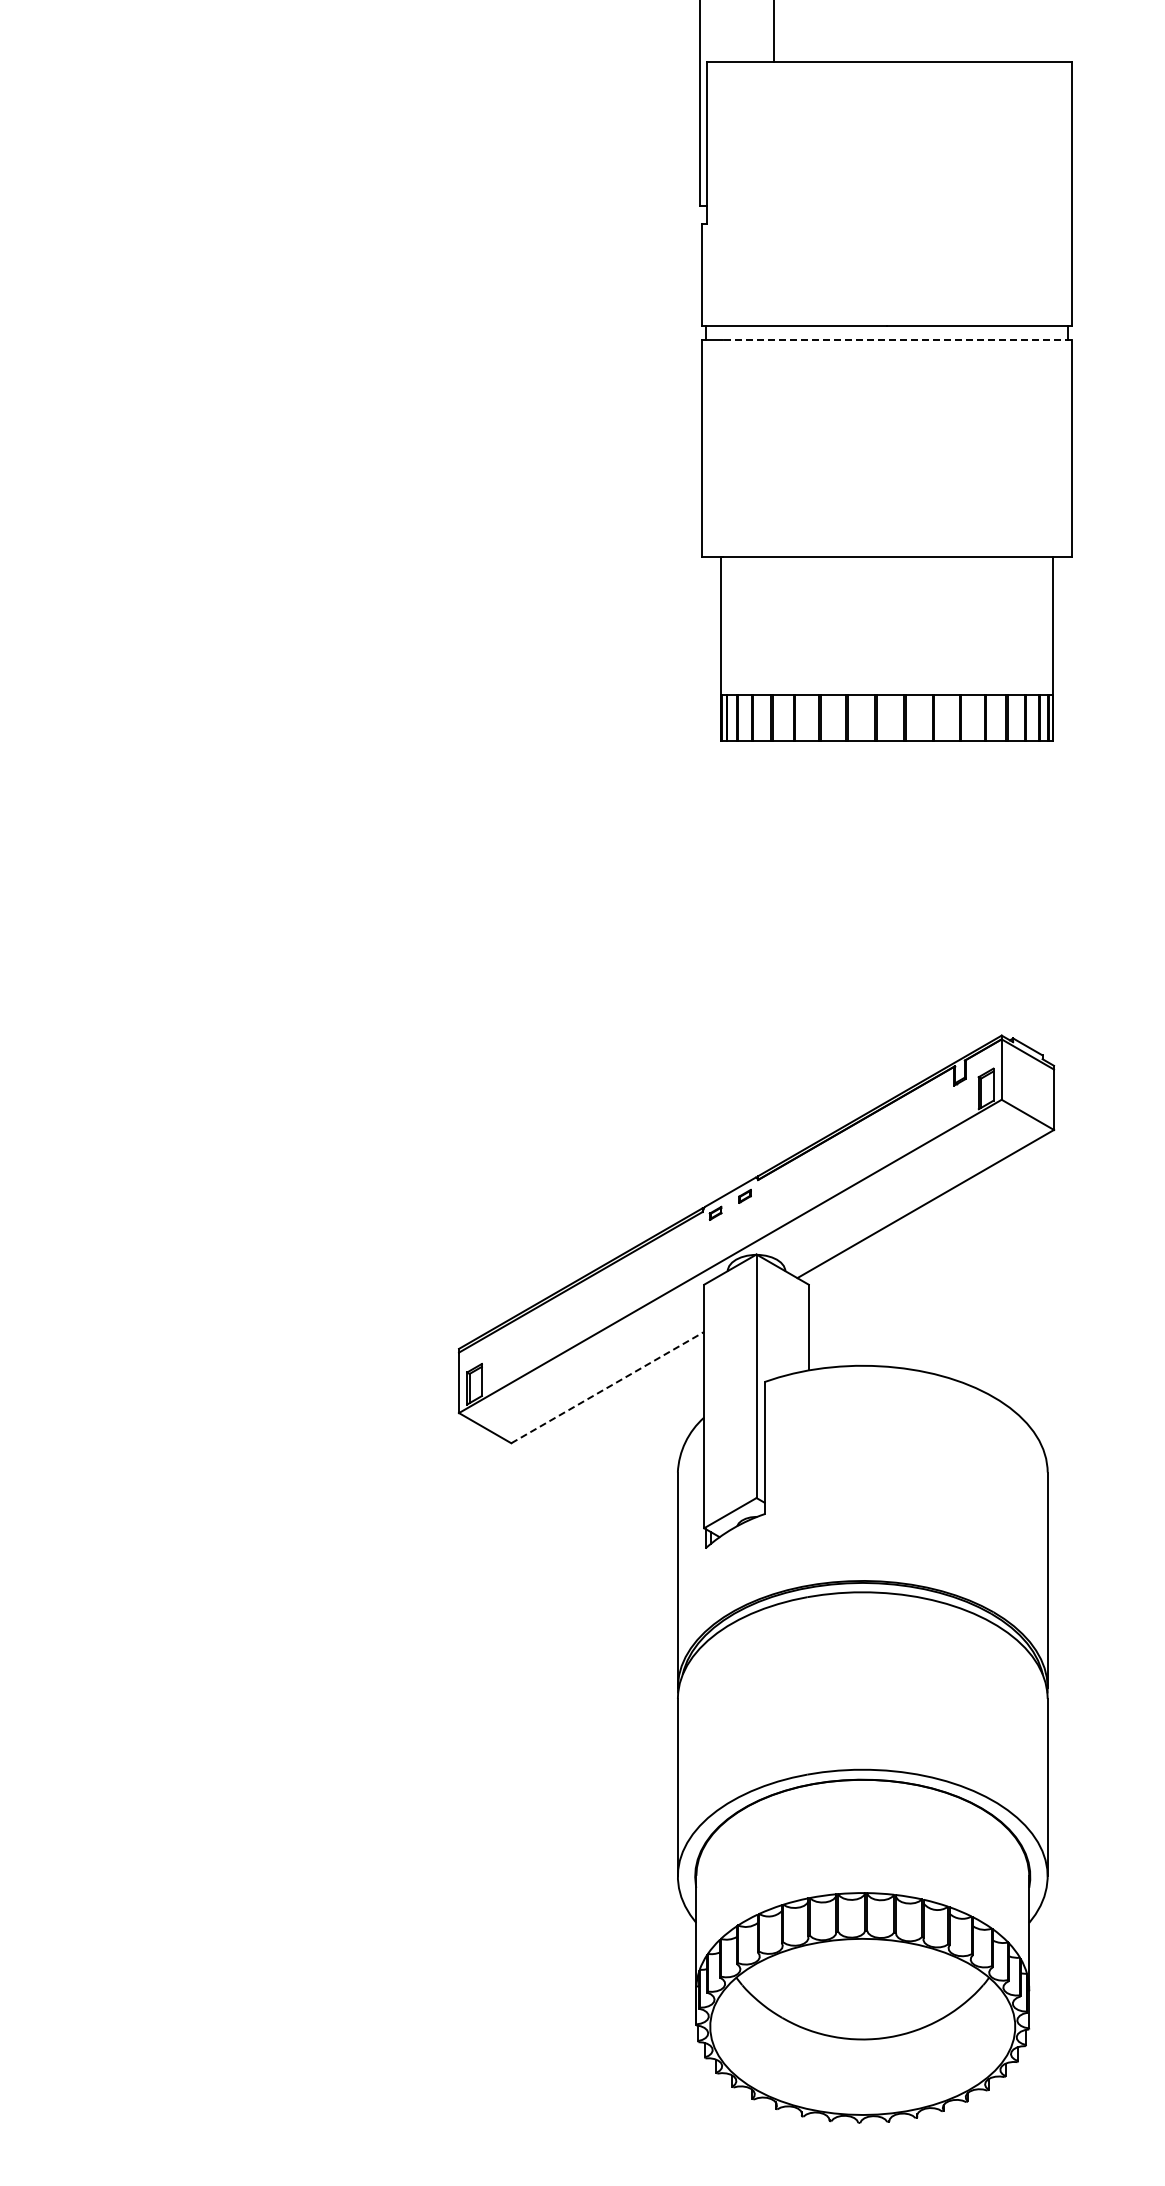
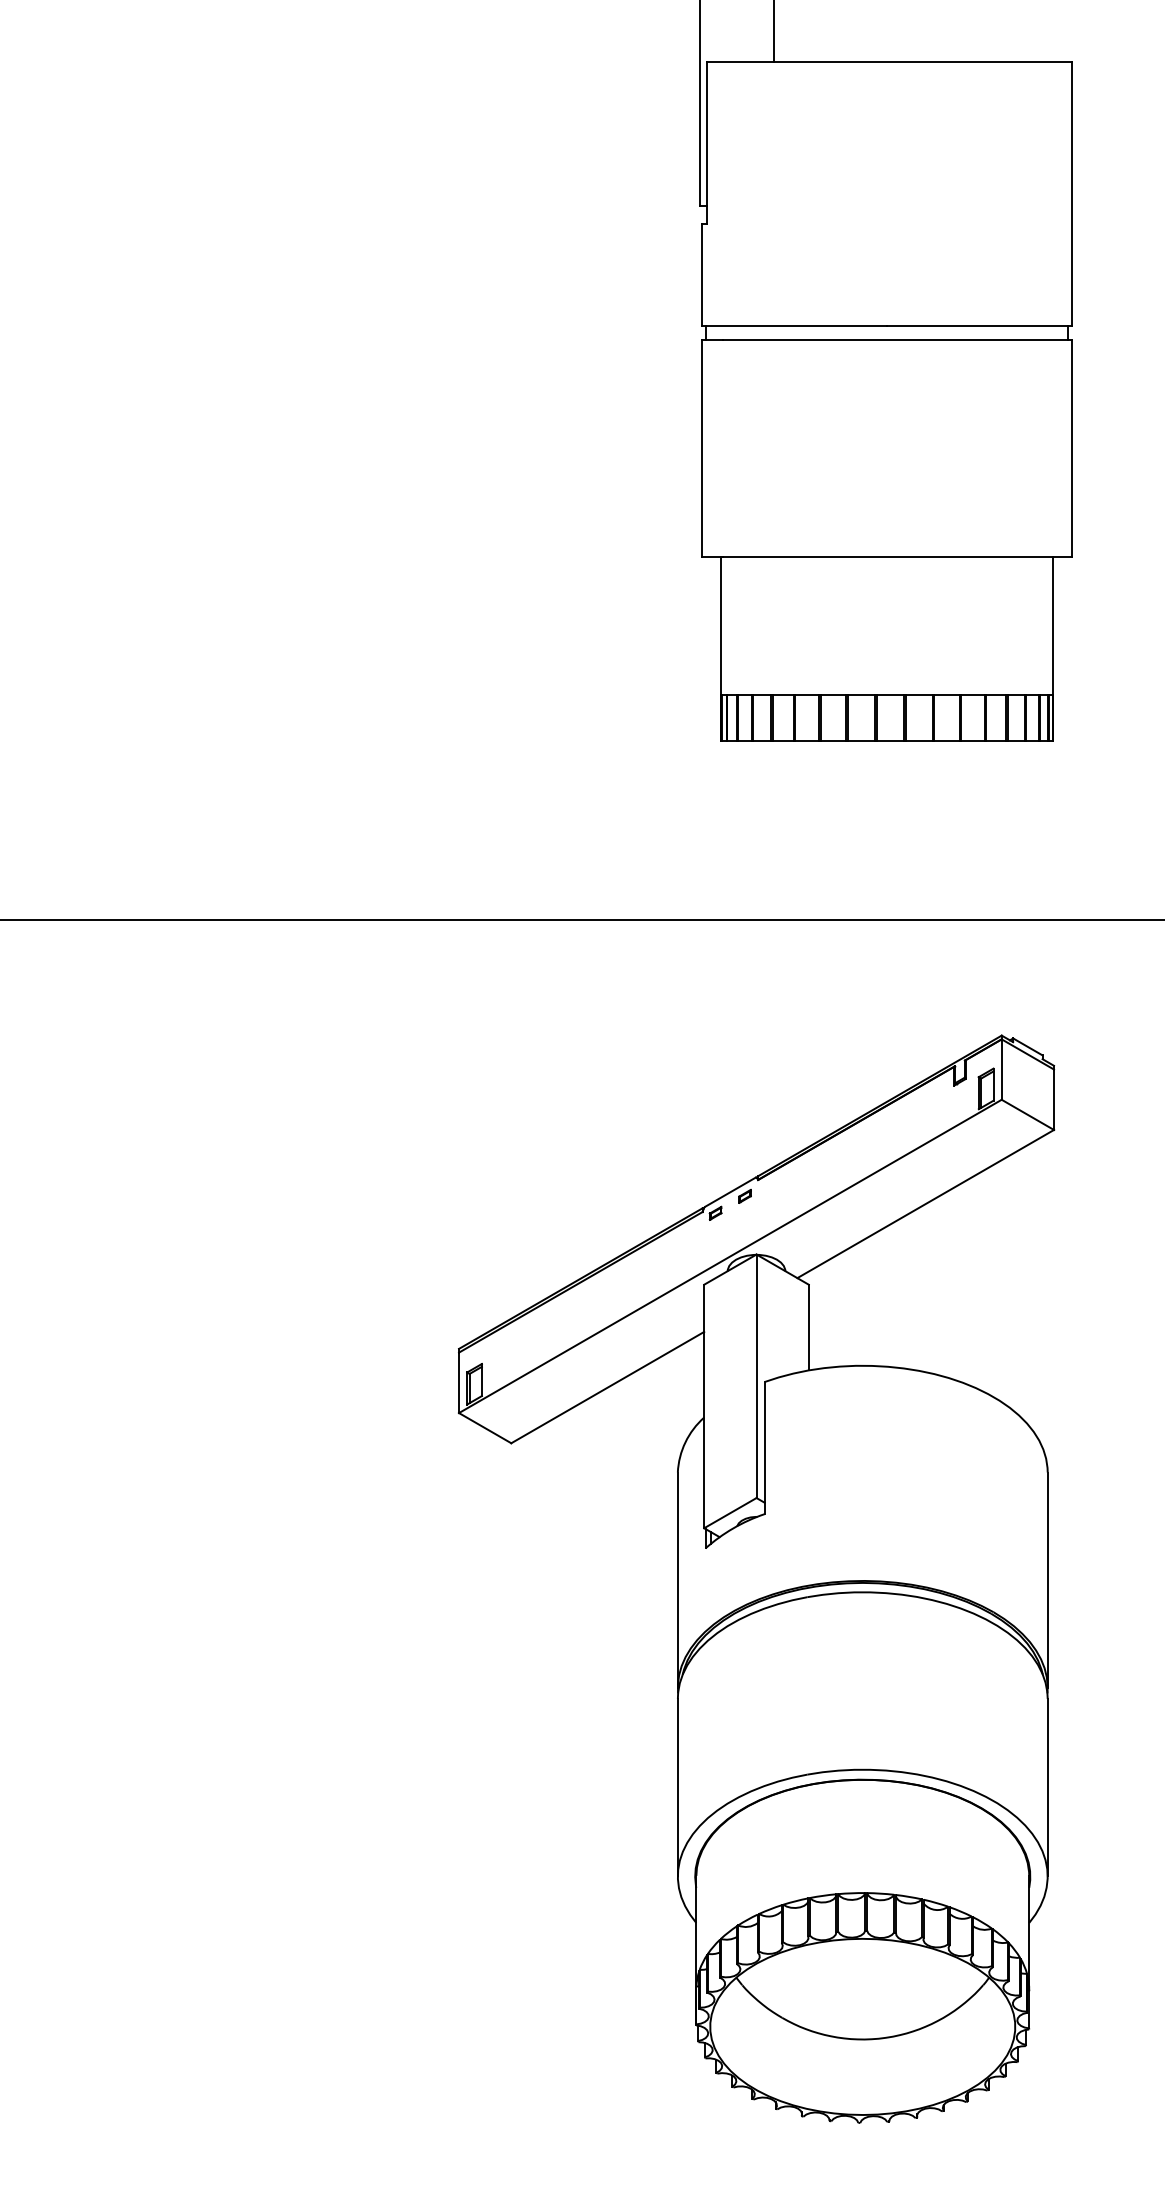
line at (897, 339): dashed -> solid
line at (581, 920): none -> present
line at (608, 1387): dashed -> solid
